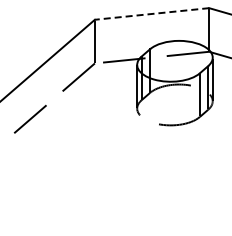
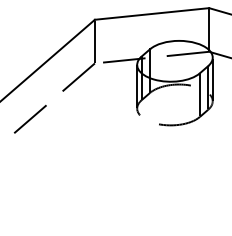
line at (151, 14): dashed -> solid
